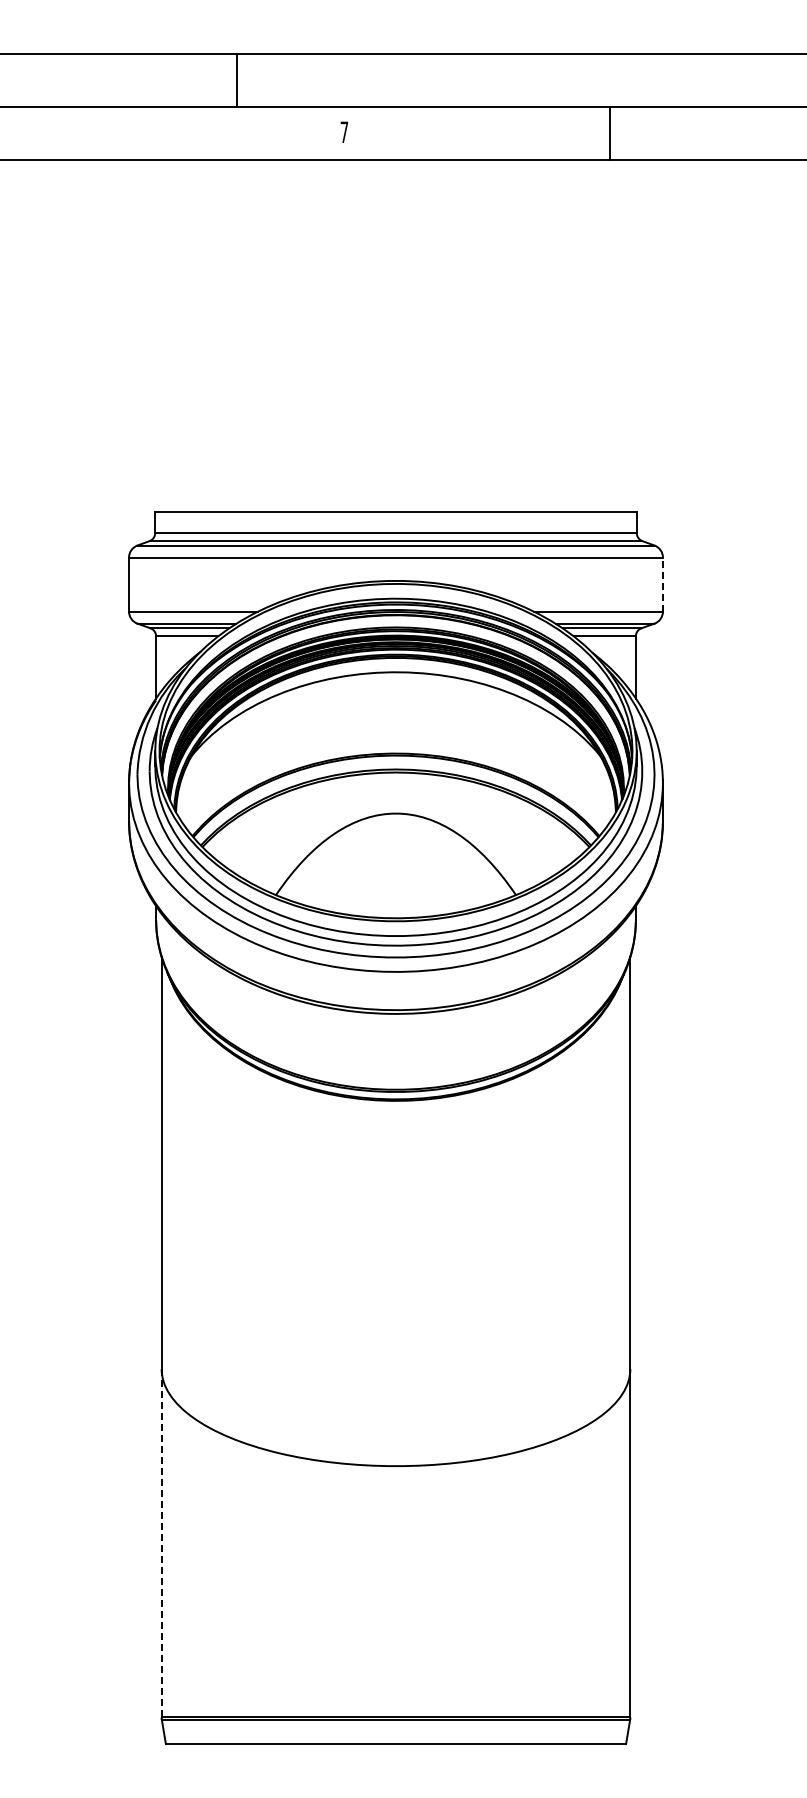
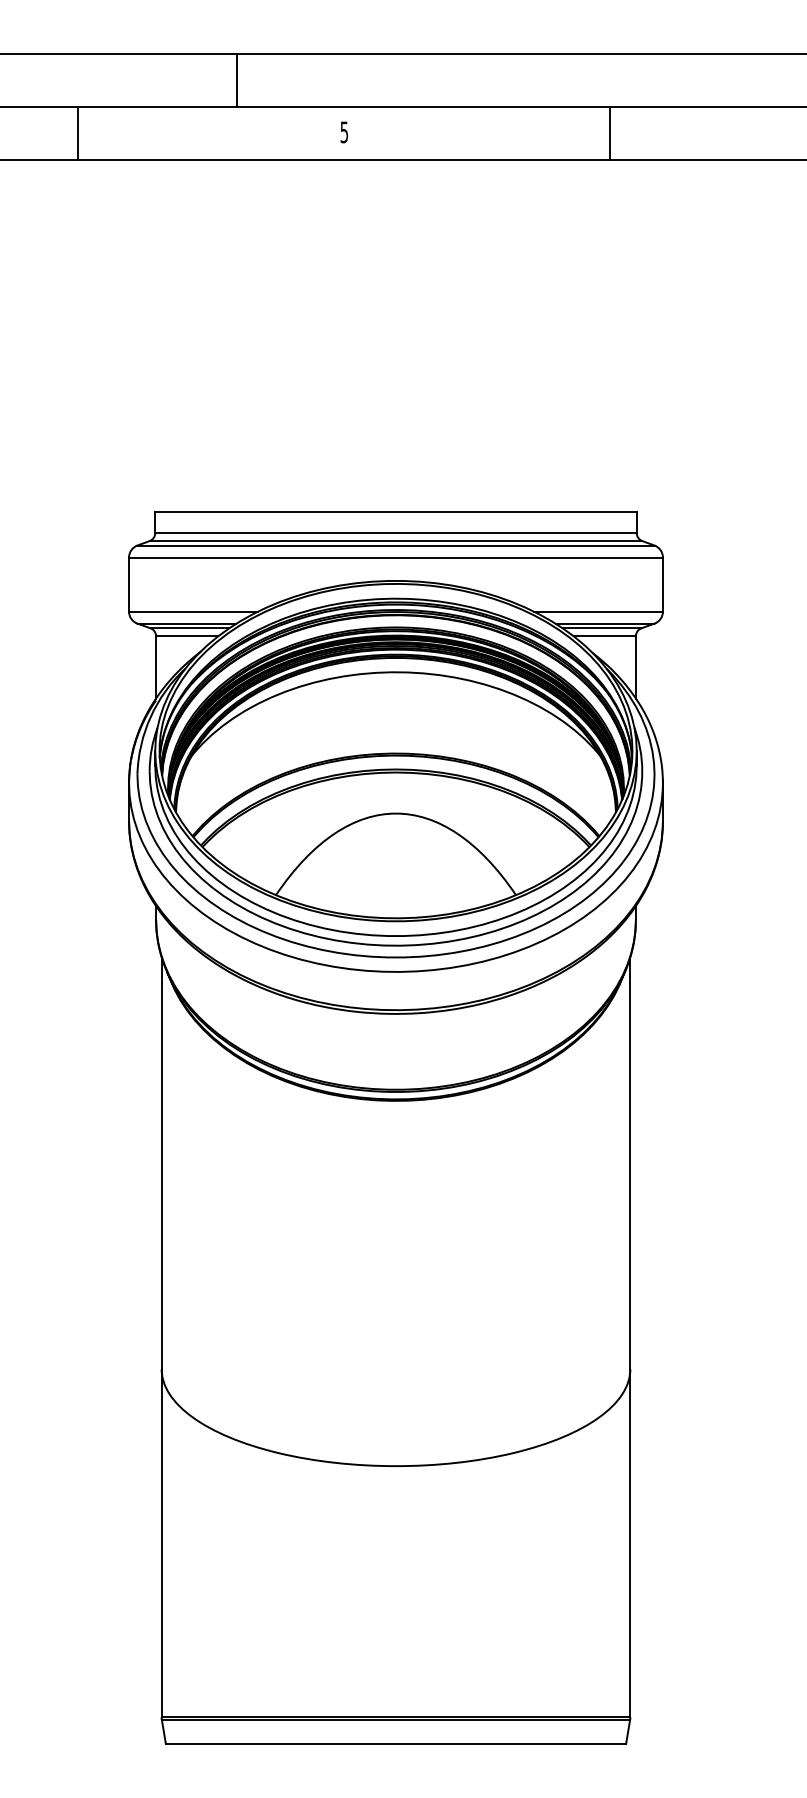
text at (344, 132): 7 -> 5
line at (77, 133): none -> present
line at (662, 584): dashed -> solid
line at (161, 1543): dashed -> solid
